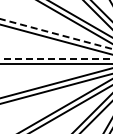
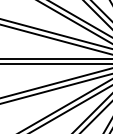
line at (56, 34): dashed -> solid
line at (56, 58): dashed -> solid
